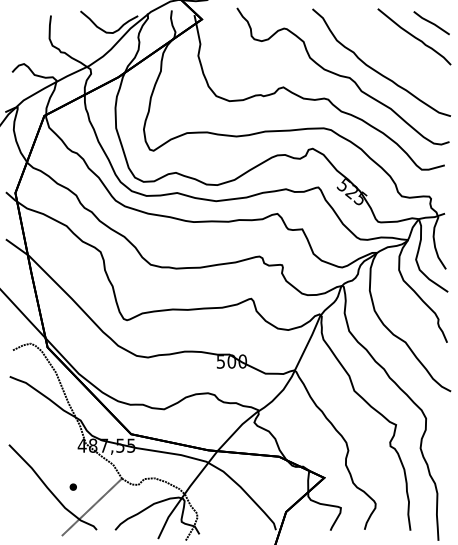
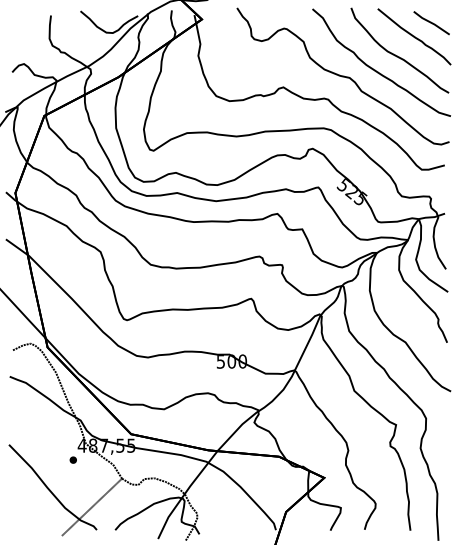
part at (399, 50): none -> present
part at (72, 486) position: (72, 486) -> (72, 459)
